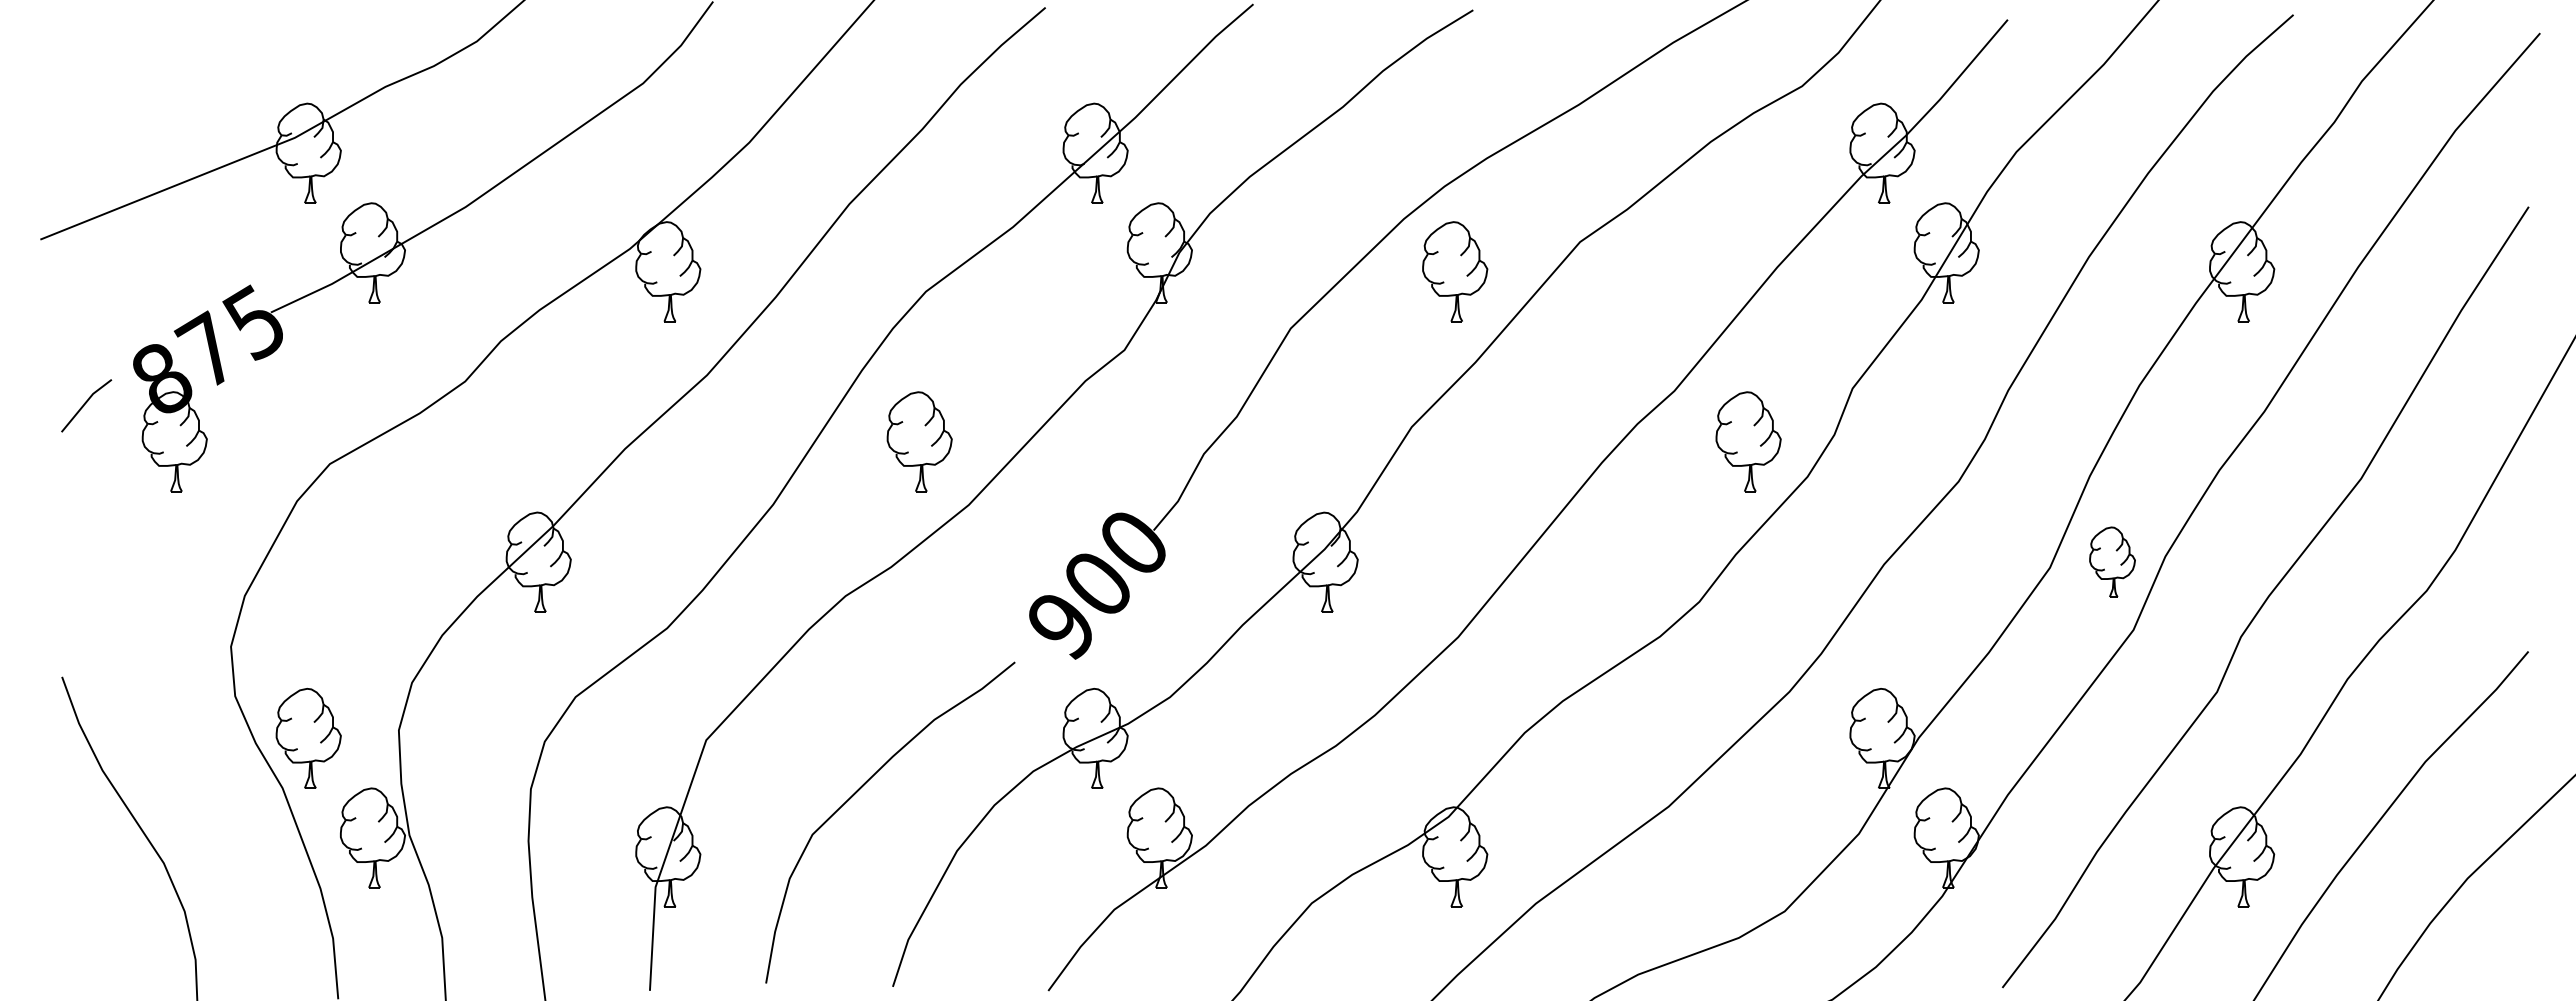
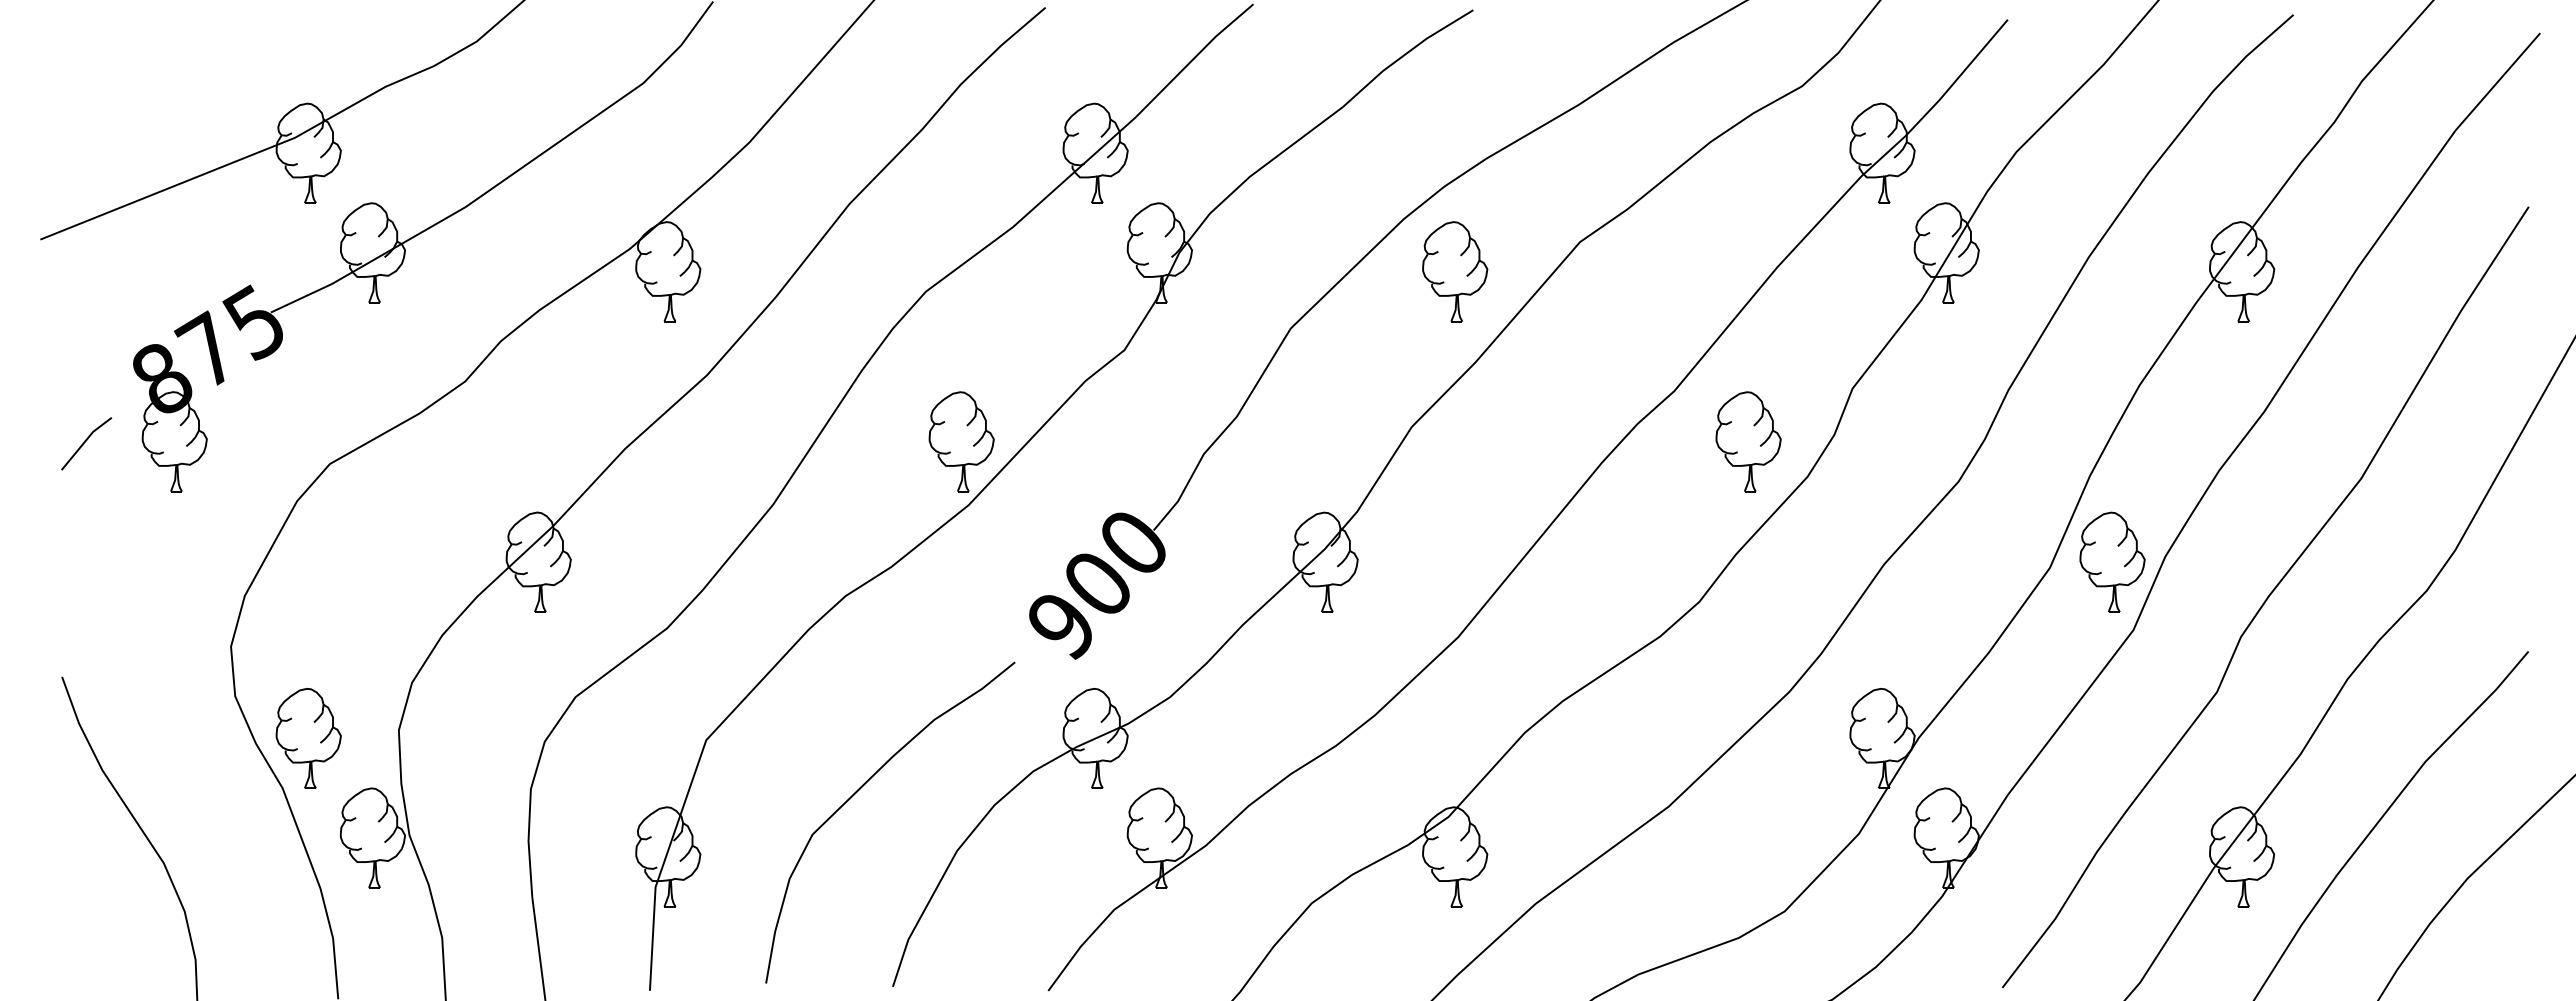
line at (85, 404) position: (85, 404) -> (85, 442)
part at (919, 441) position: (919, 441) -> (961, 441)
part at (2112, 561) size: 47x72 px -> 67x102 px
